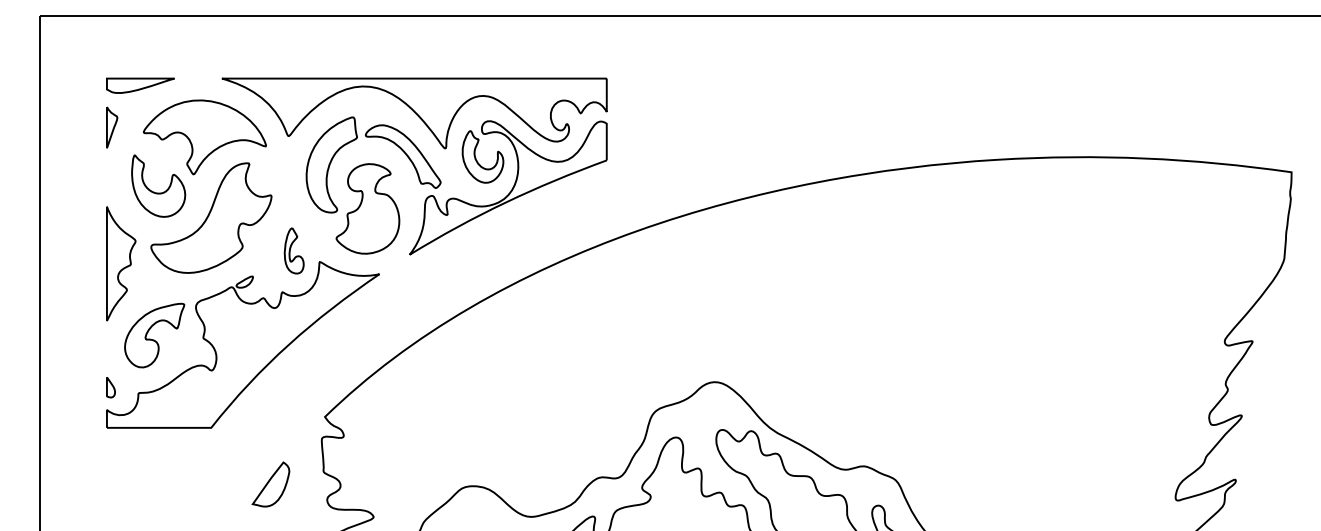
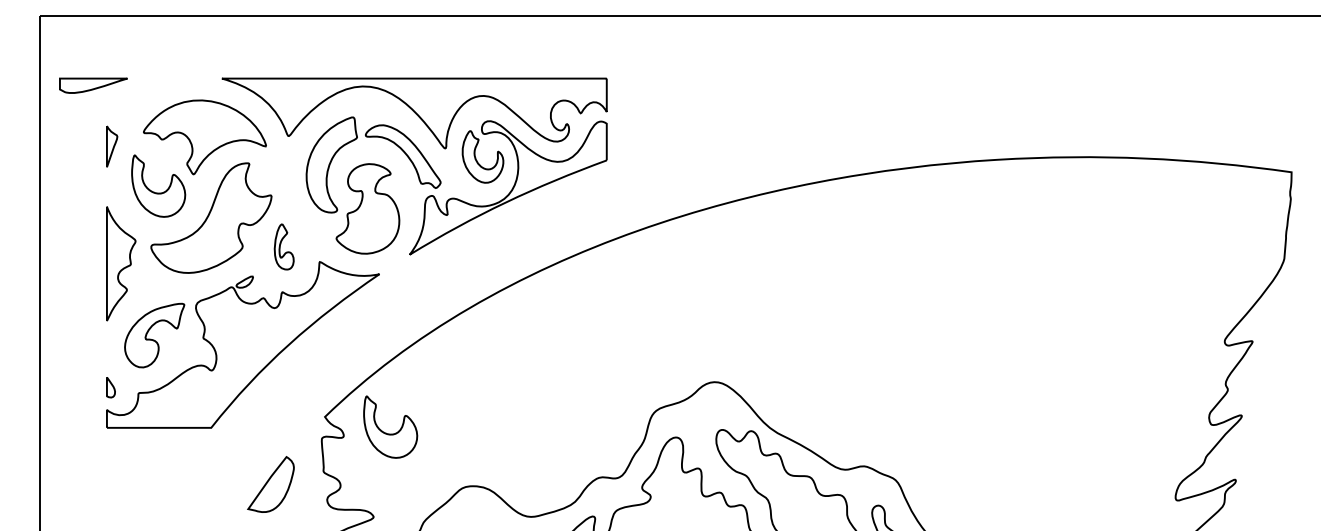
part at (140, 85) position: (140, 85) -> (93, 85)
part at (112, 127) position: (112, 127) -> (112, 146)
part at (293, 250) position: (293, 250) -> (283, 246)
part at (390, 433): none -> present
part at (270, 484) size: 40x47 px -> 48x57 px
